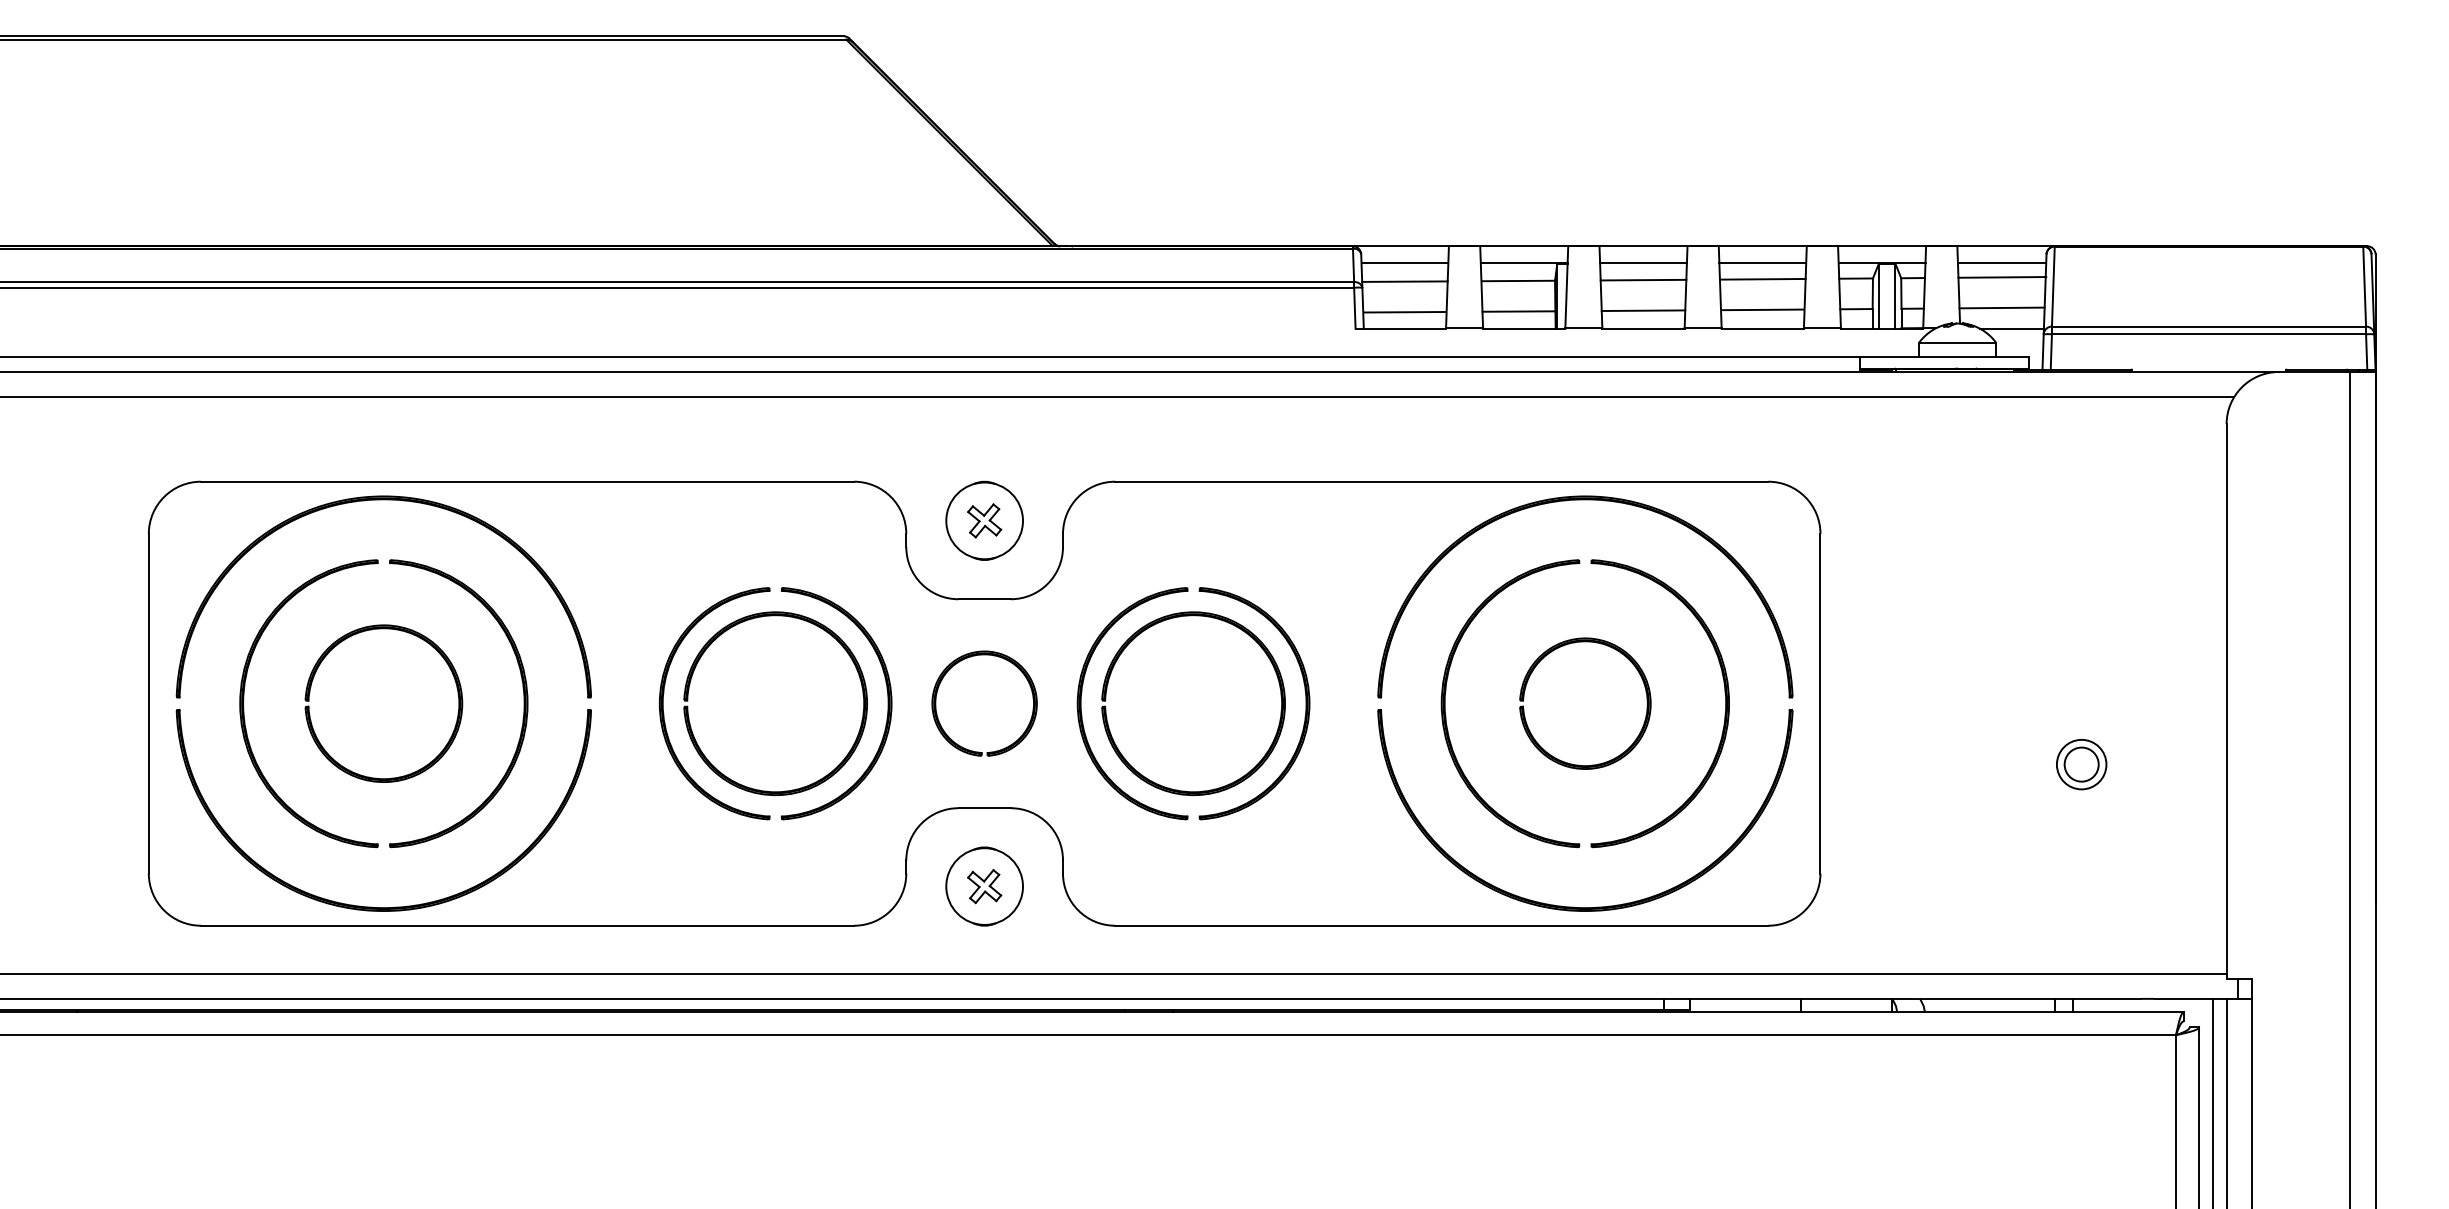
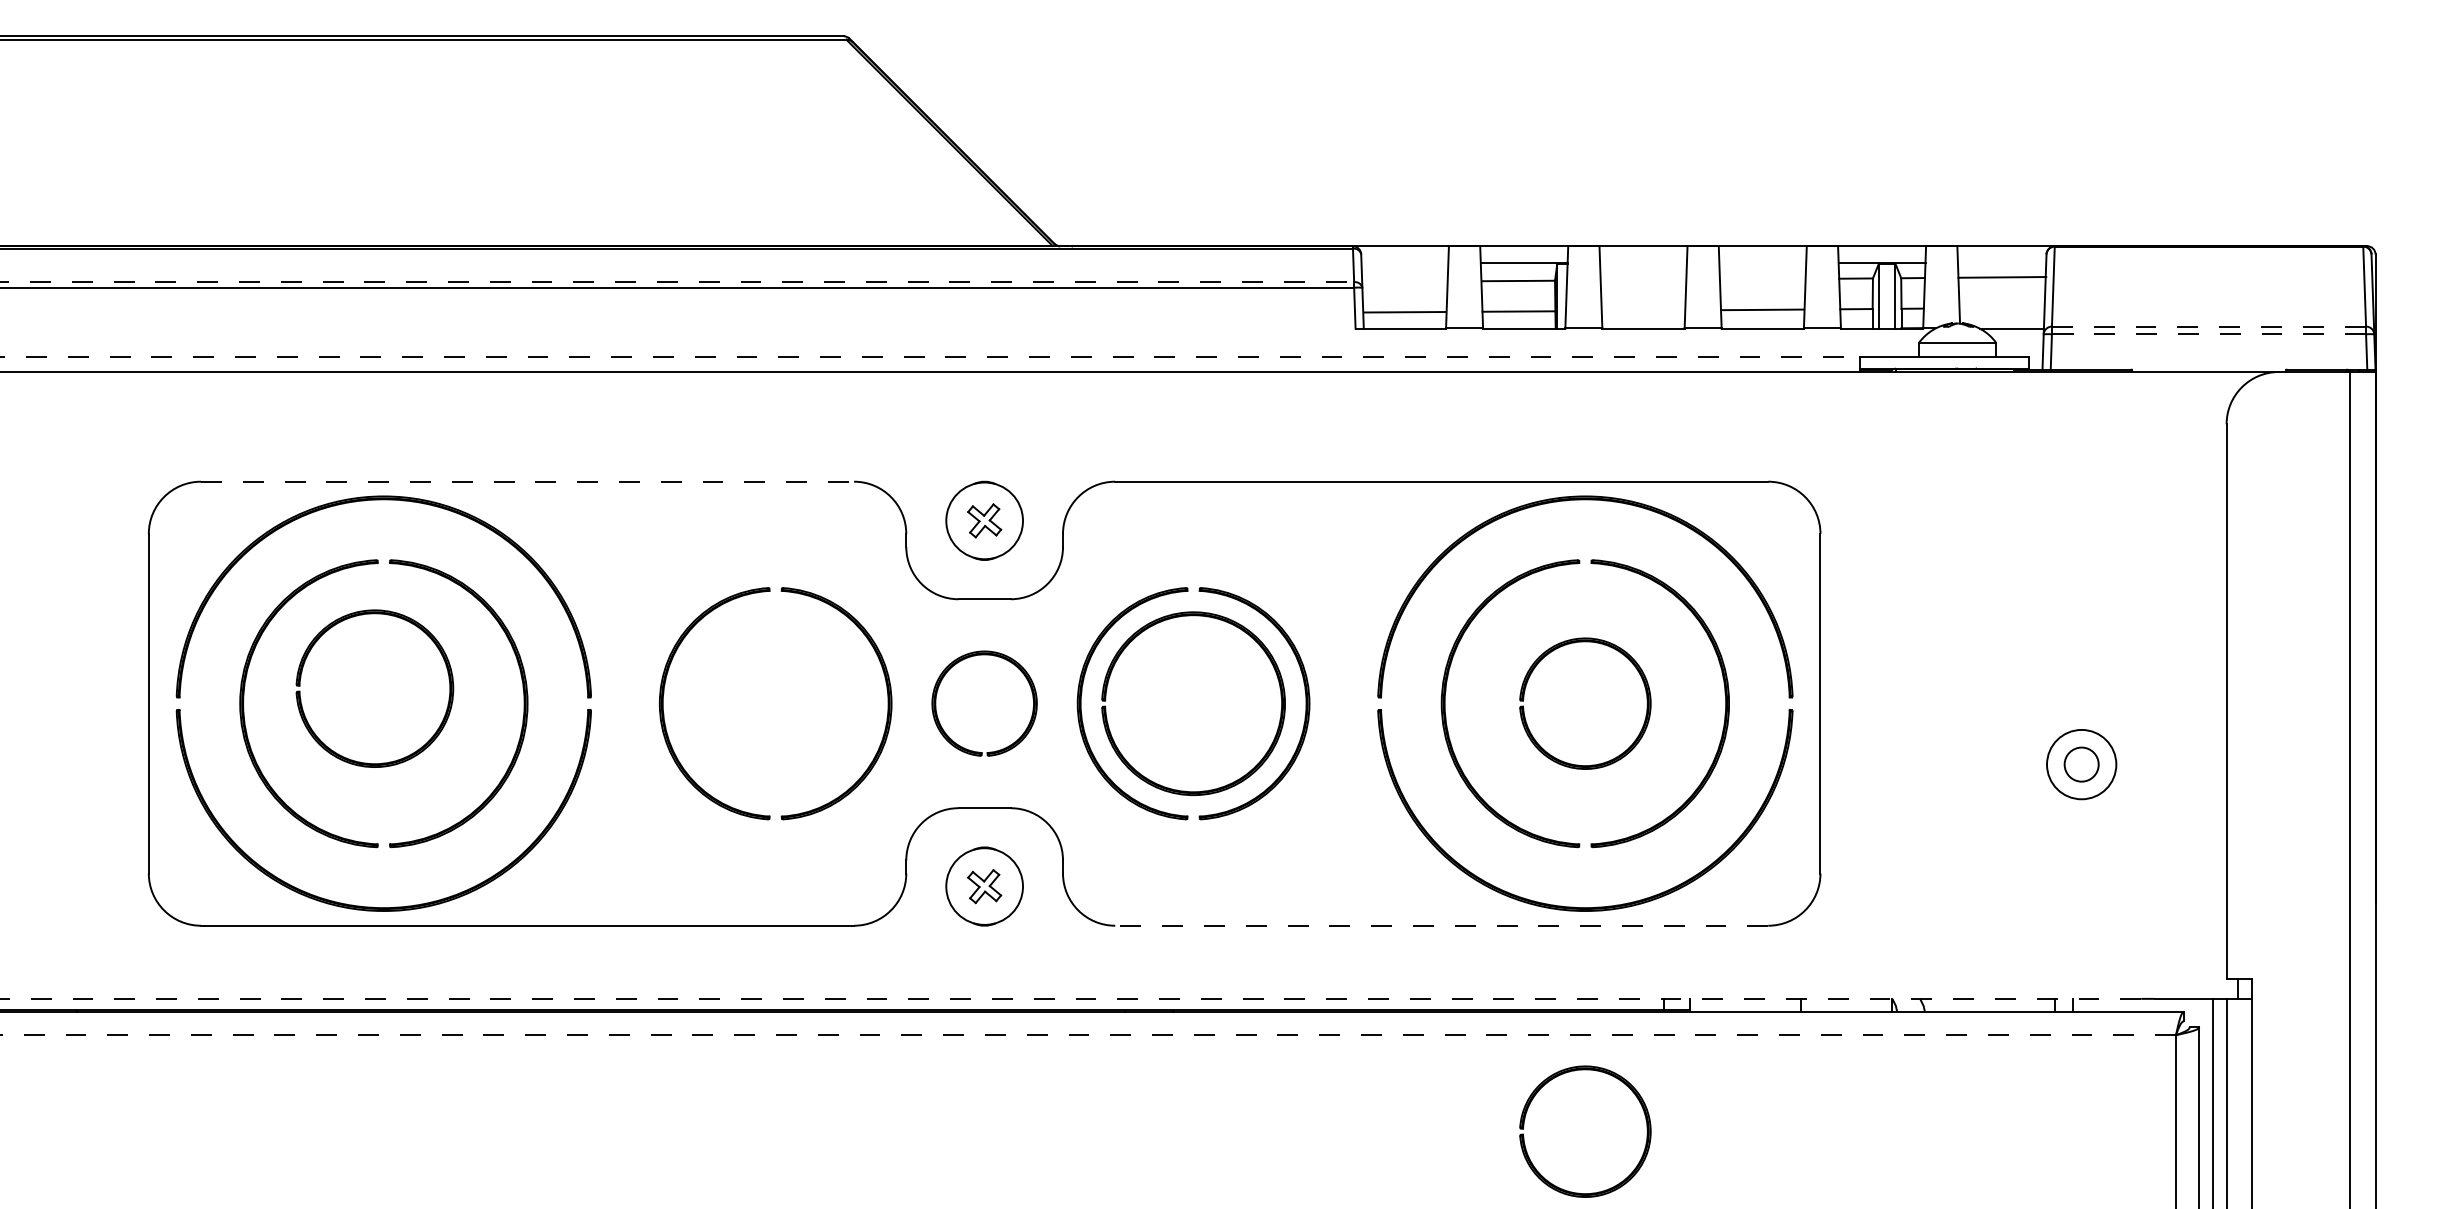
line at (1404, 262): present -> none
line at (1643, 262): present -> none
line at (1762, 262): present -> none
line at (2001, 262): present -> none
line at (1762, 278): present -> none
line at (1643, 279): present -> none
line at (1404, 281): present -> none
line at (677, 282): solid -> dashed
line at (2001, 307): present -> none
line at (1643, 310): present -> none
line at (2209, 326): solid -> dashed
line at (2208, 334): solid -> dashed
line at (930, 356): solid -> dashed
line at (1118, 397): present -> none
line at (528, 481): solid -> dashed
part at (741, 623): present -> none
part at (310, 693) position: (310, 693) -> (301, 678)
circle at (2081, 764) diameter: 50 px -> 69 px
line at (1441, 925): solid -> dashed
line at (1114, 973): present -> none
line at (1070, 998): solid -> dashed
line at (1088, 1035): solid -> dashed
part at (1600, 1072): none -> present
